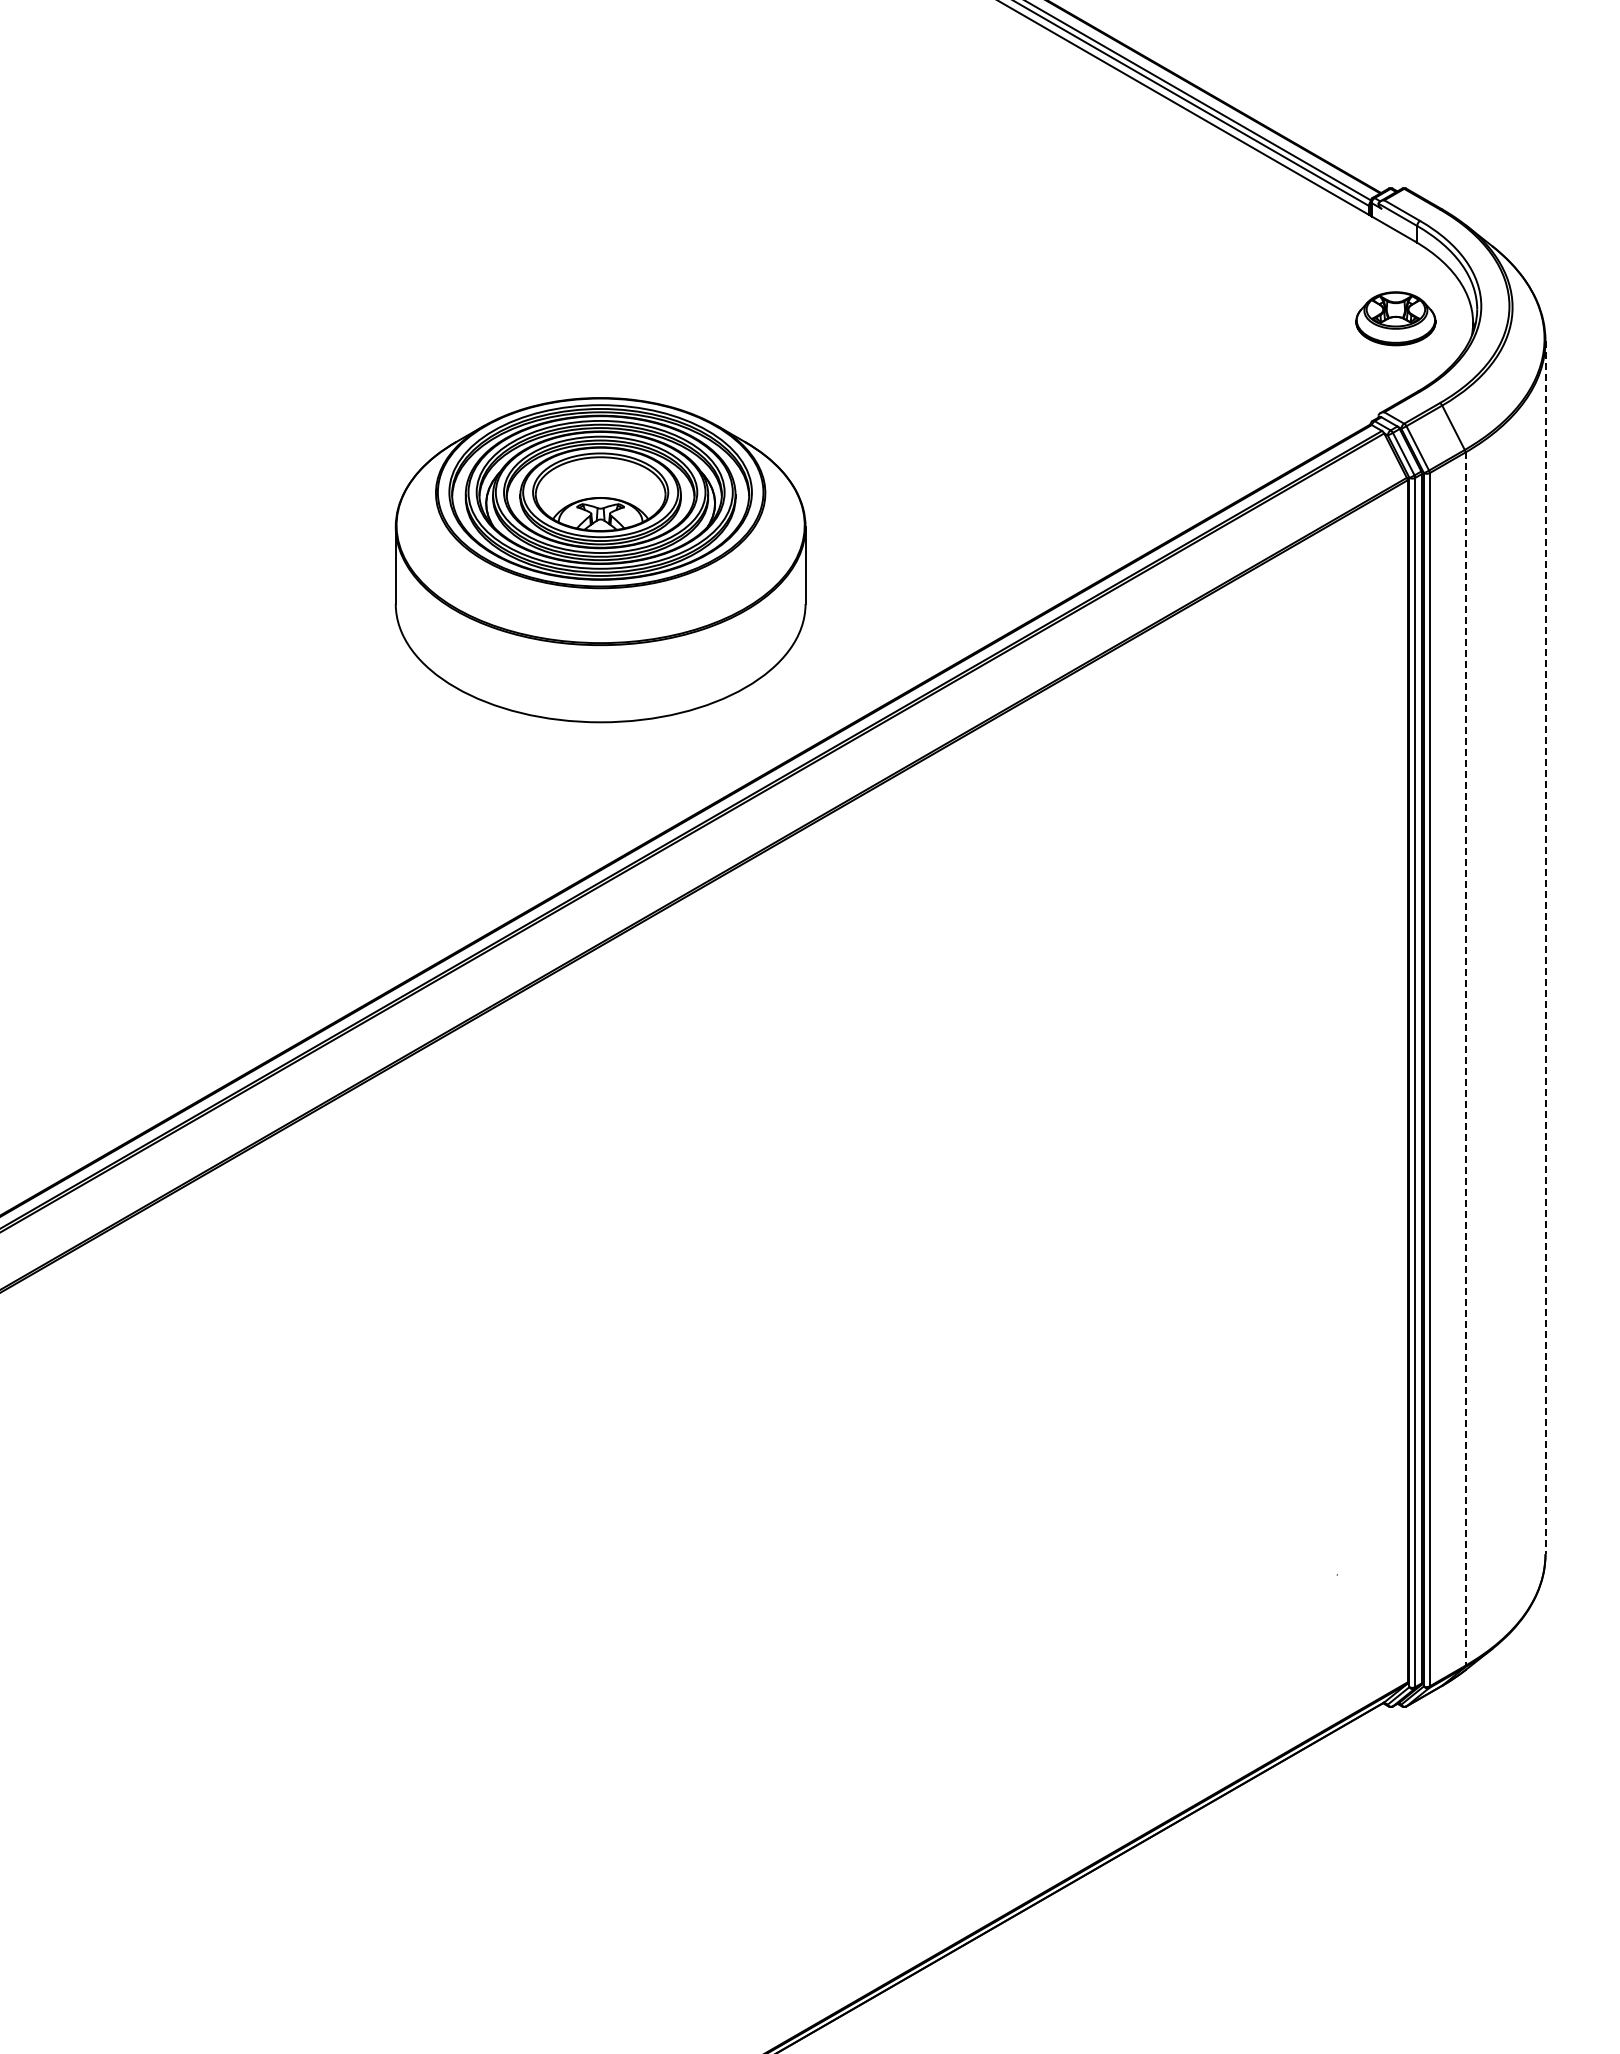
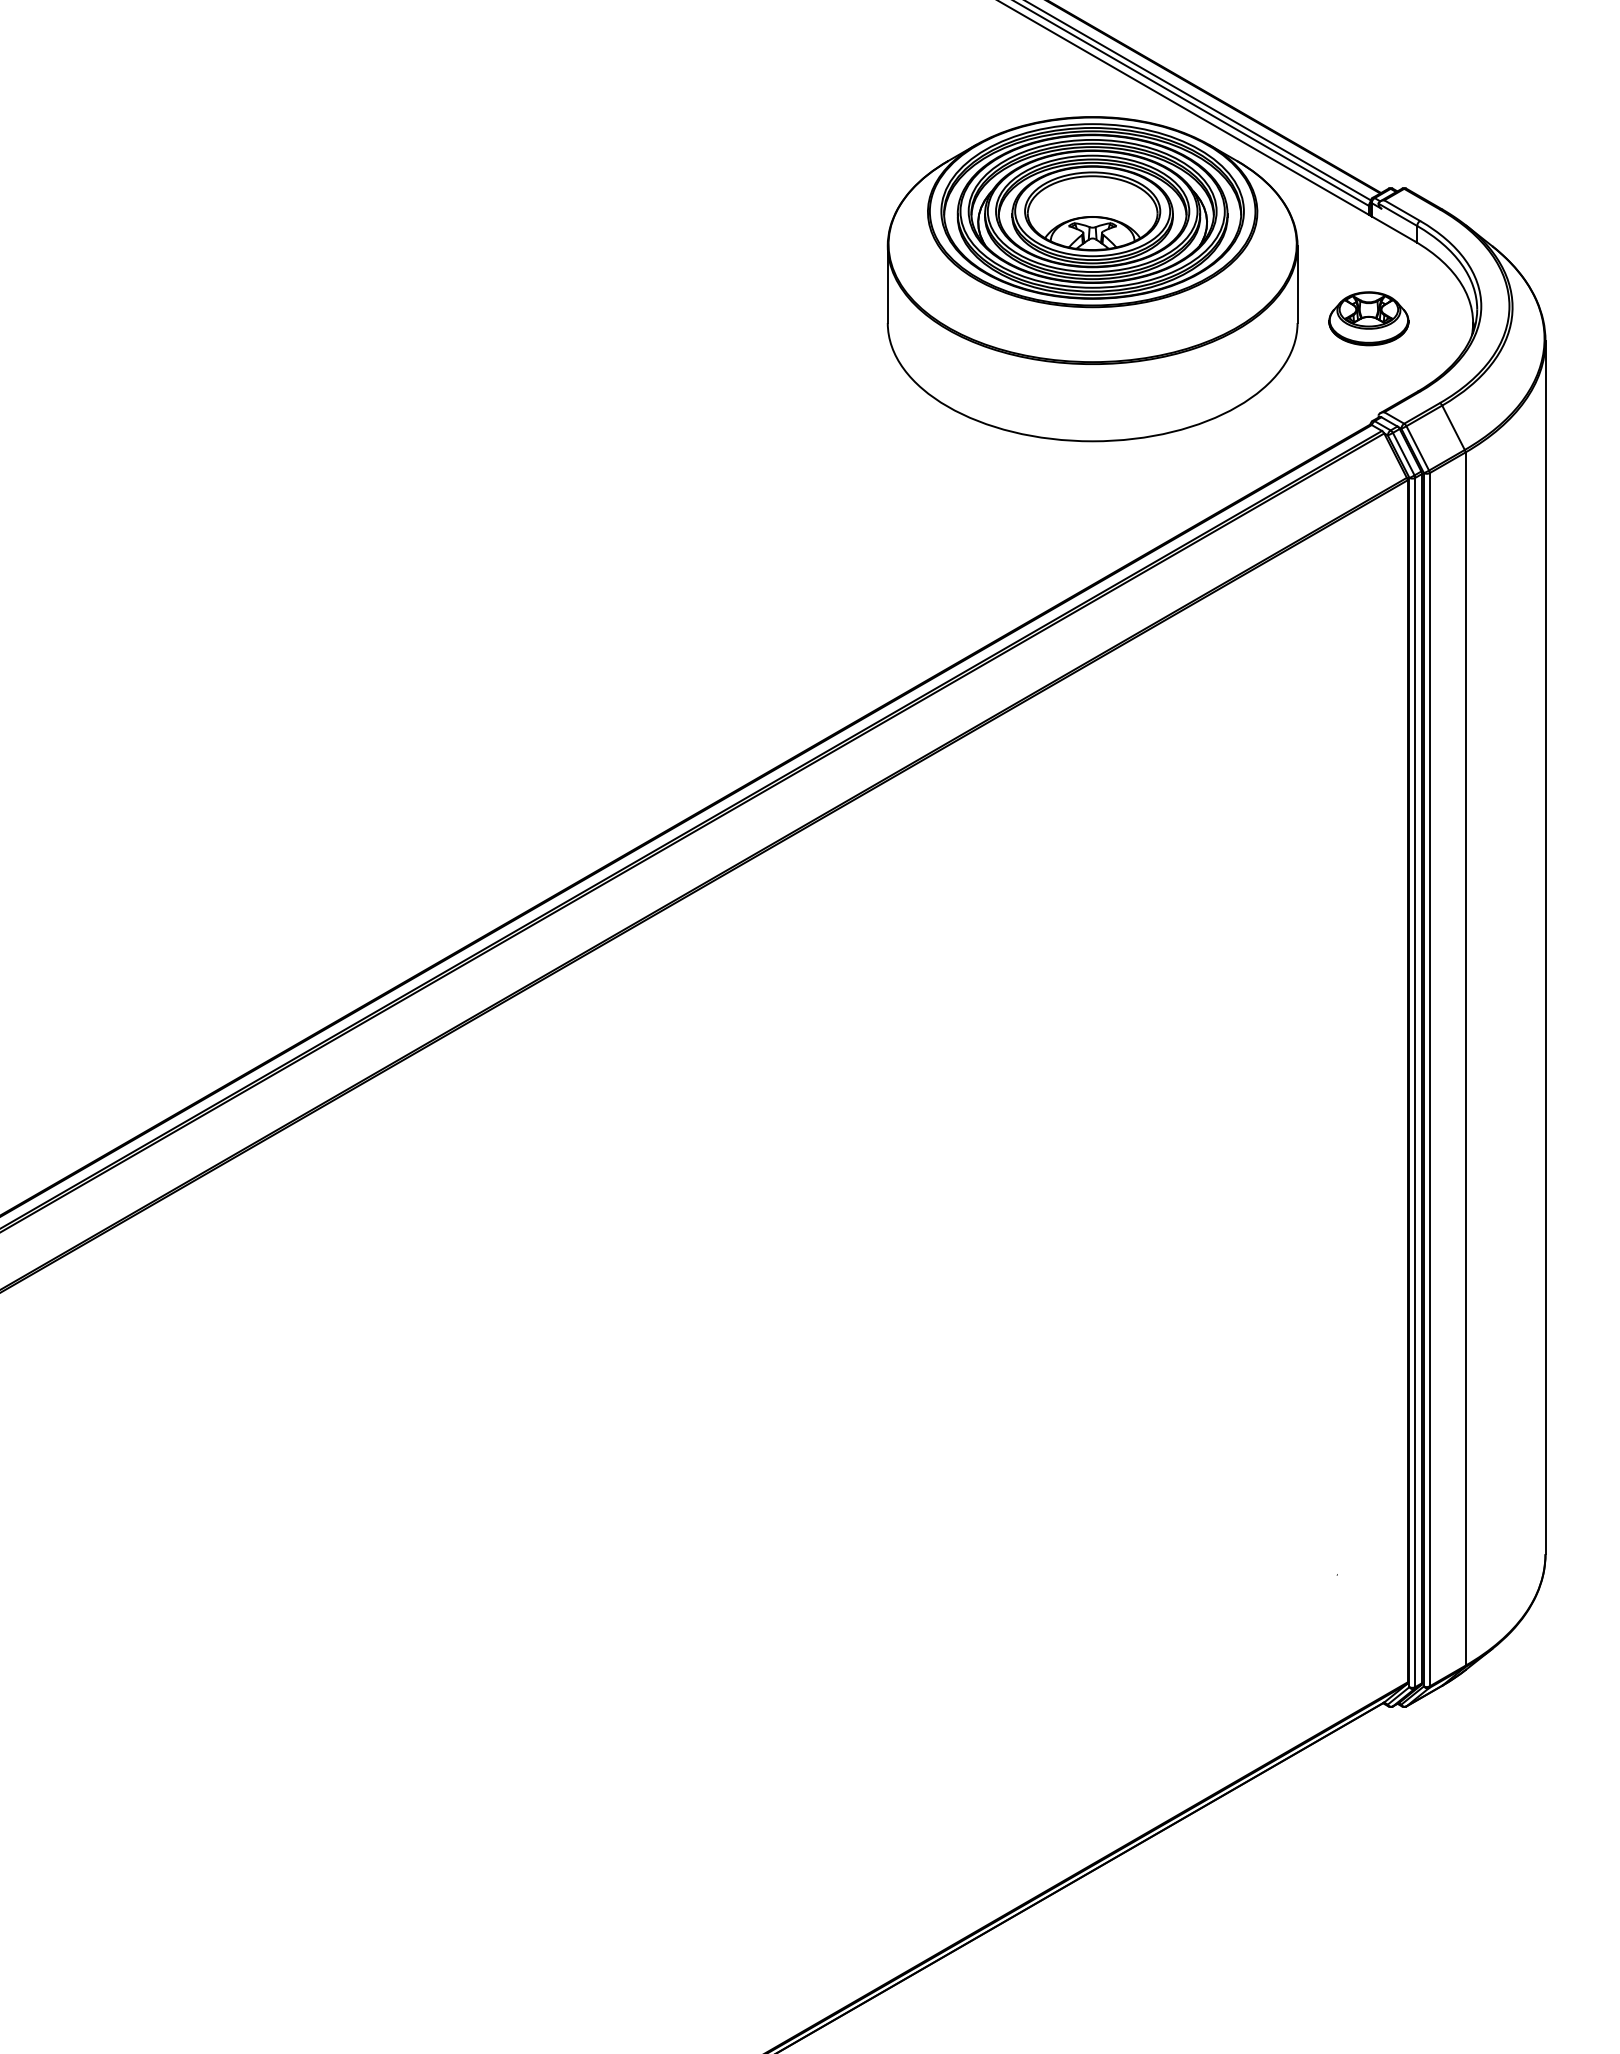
part at (1395, 318) position: (1395, 318) -> (1368, 318)
part at (600, 560) position: (600, 560) -> (1092, 279)
line at (1545, 947): dashed -> solid
line at (1465, 1059): dashed -> solid
